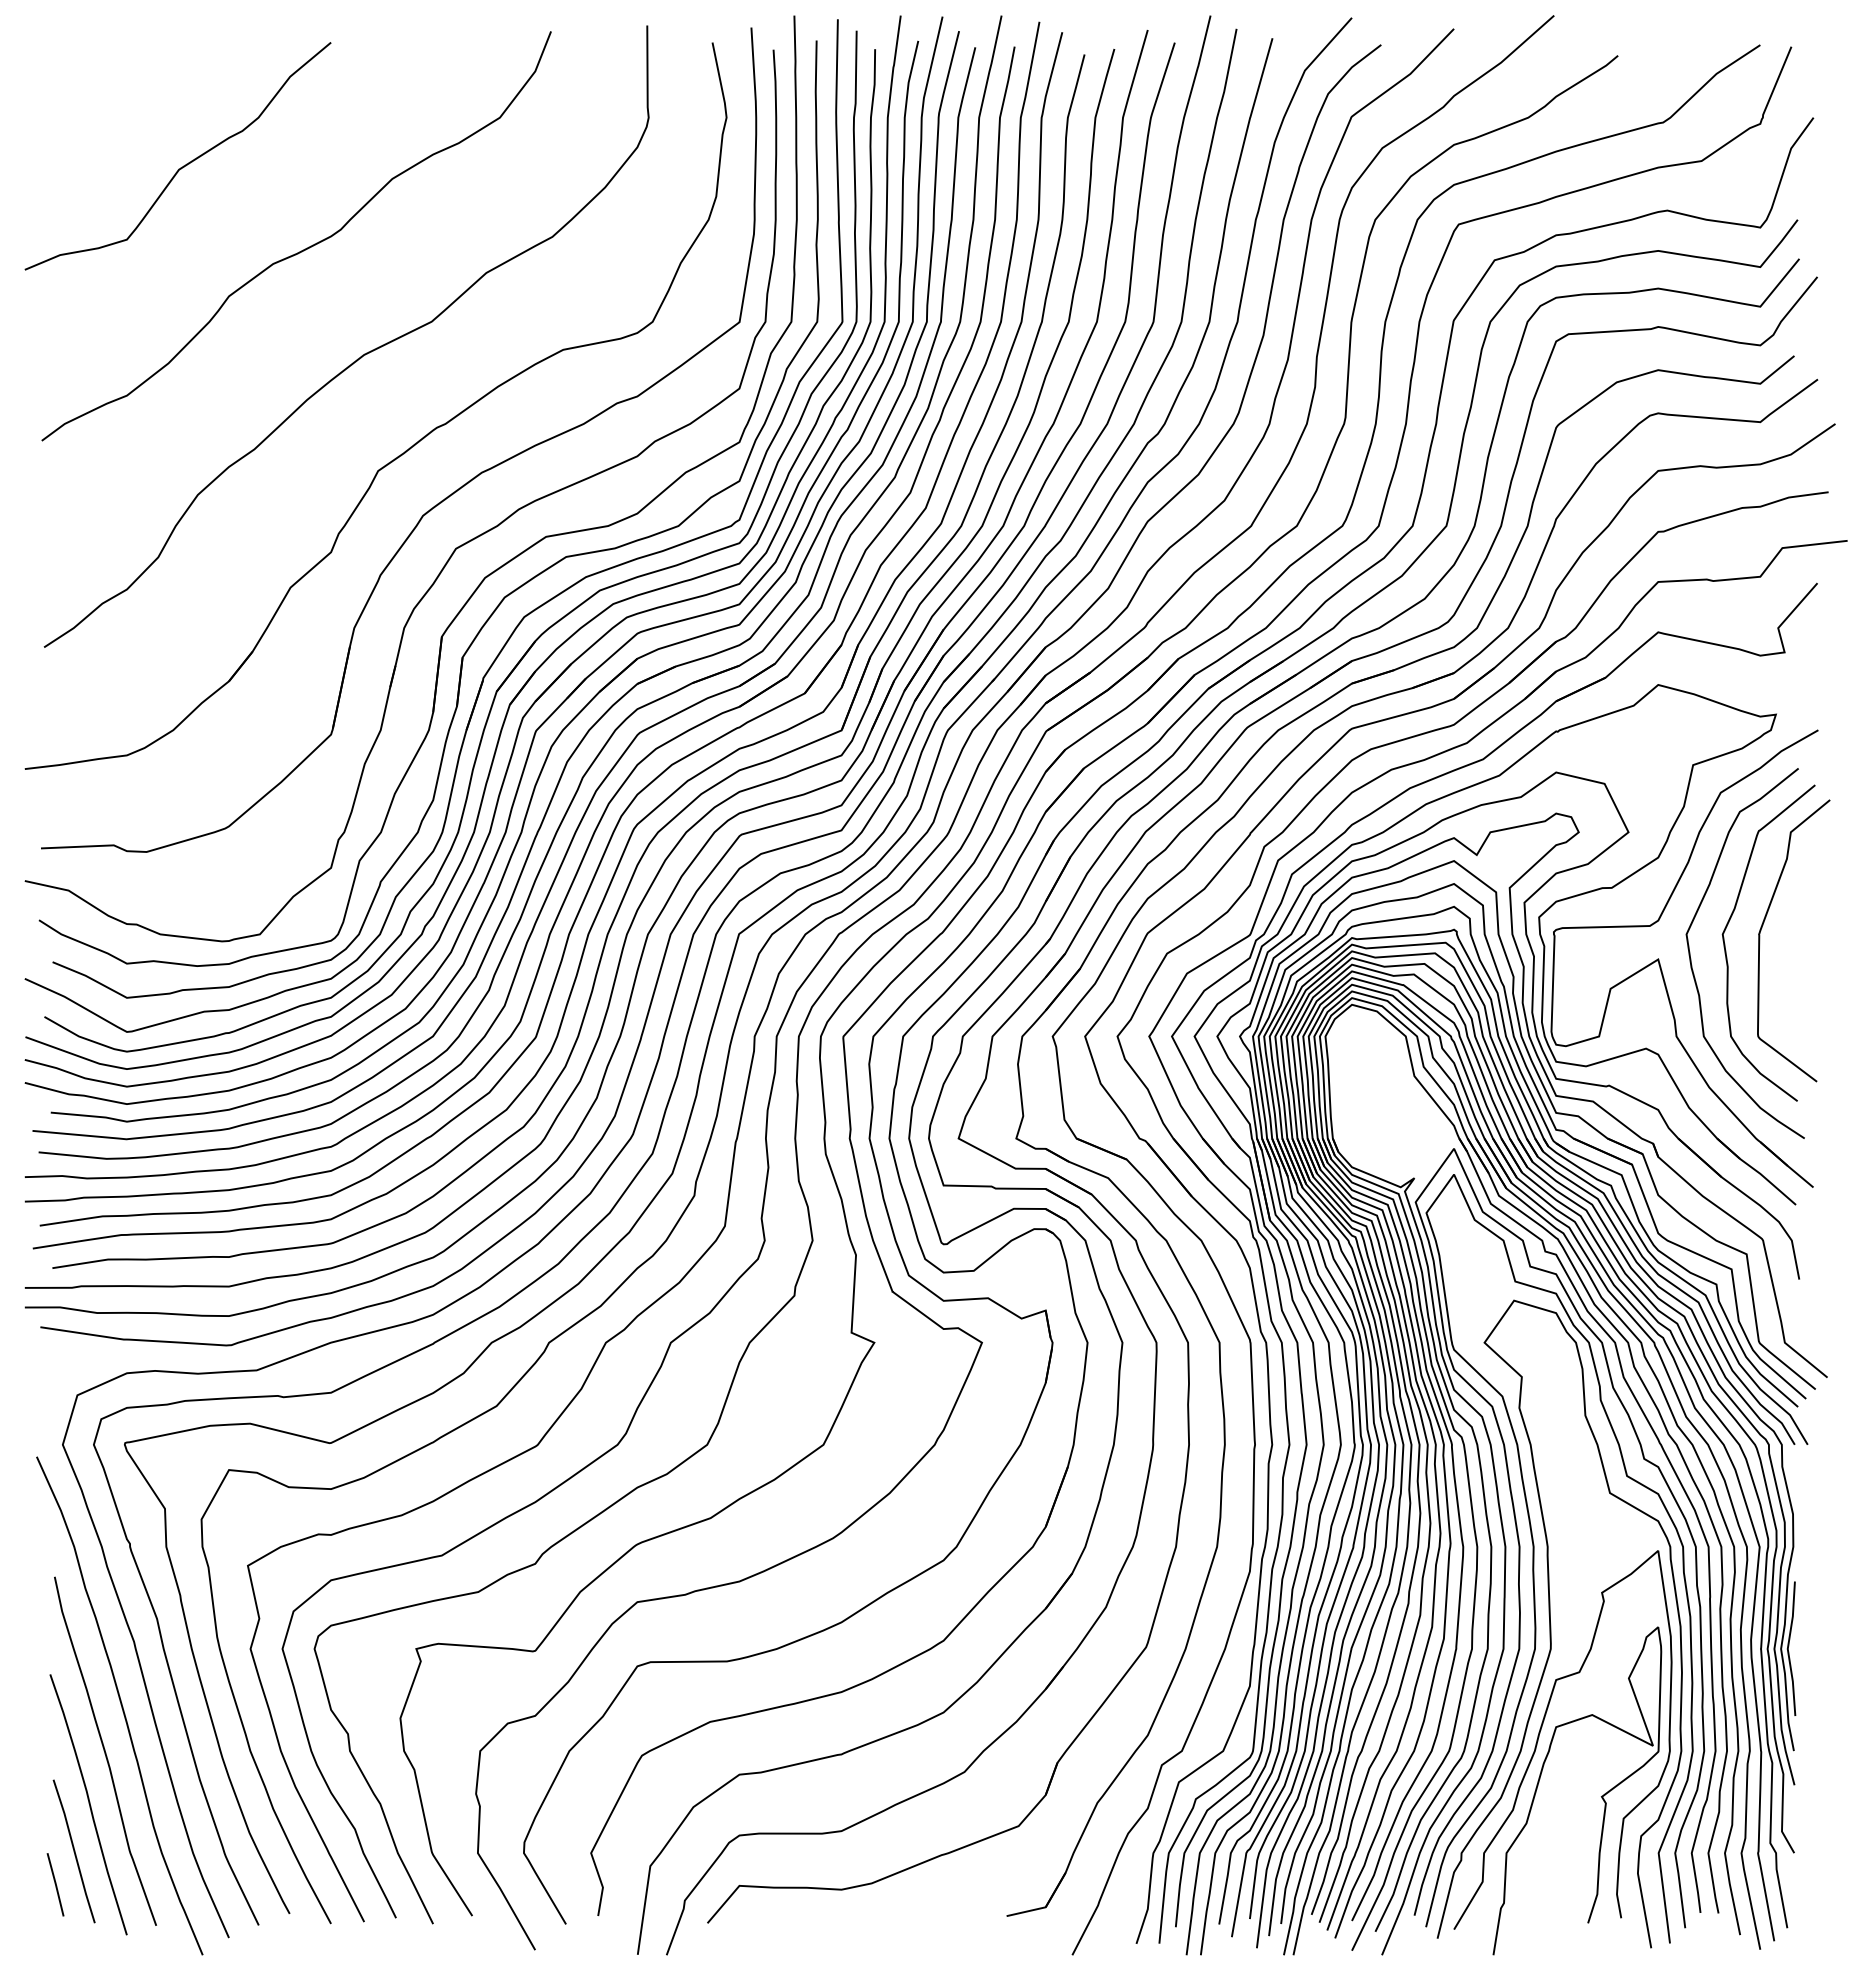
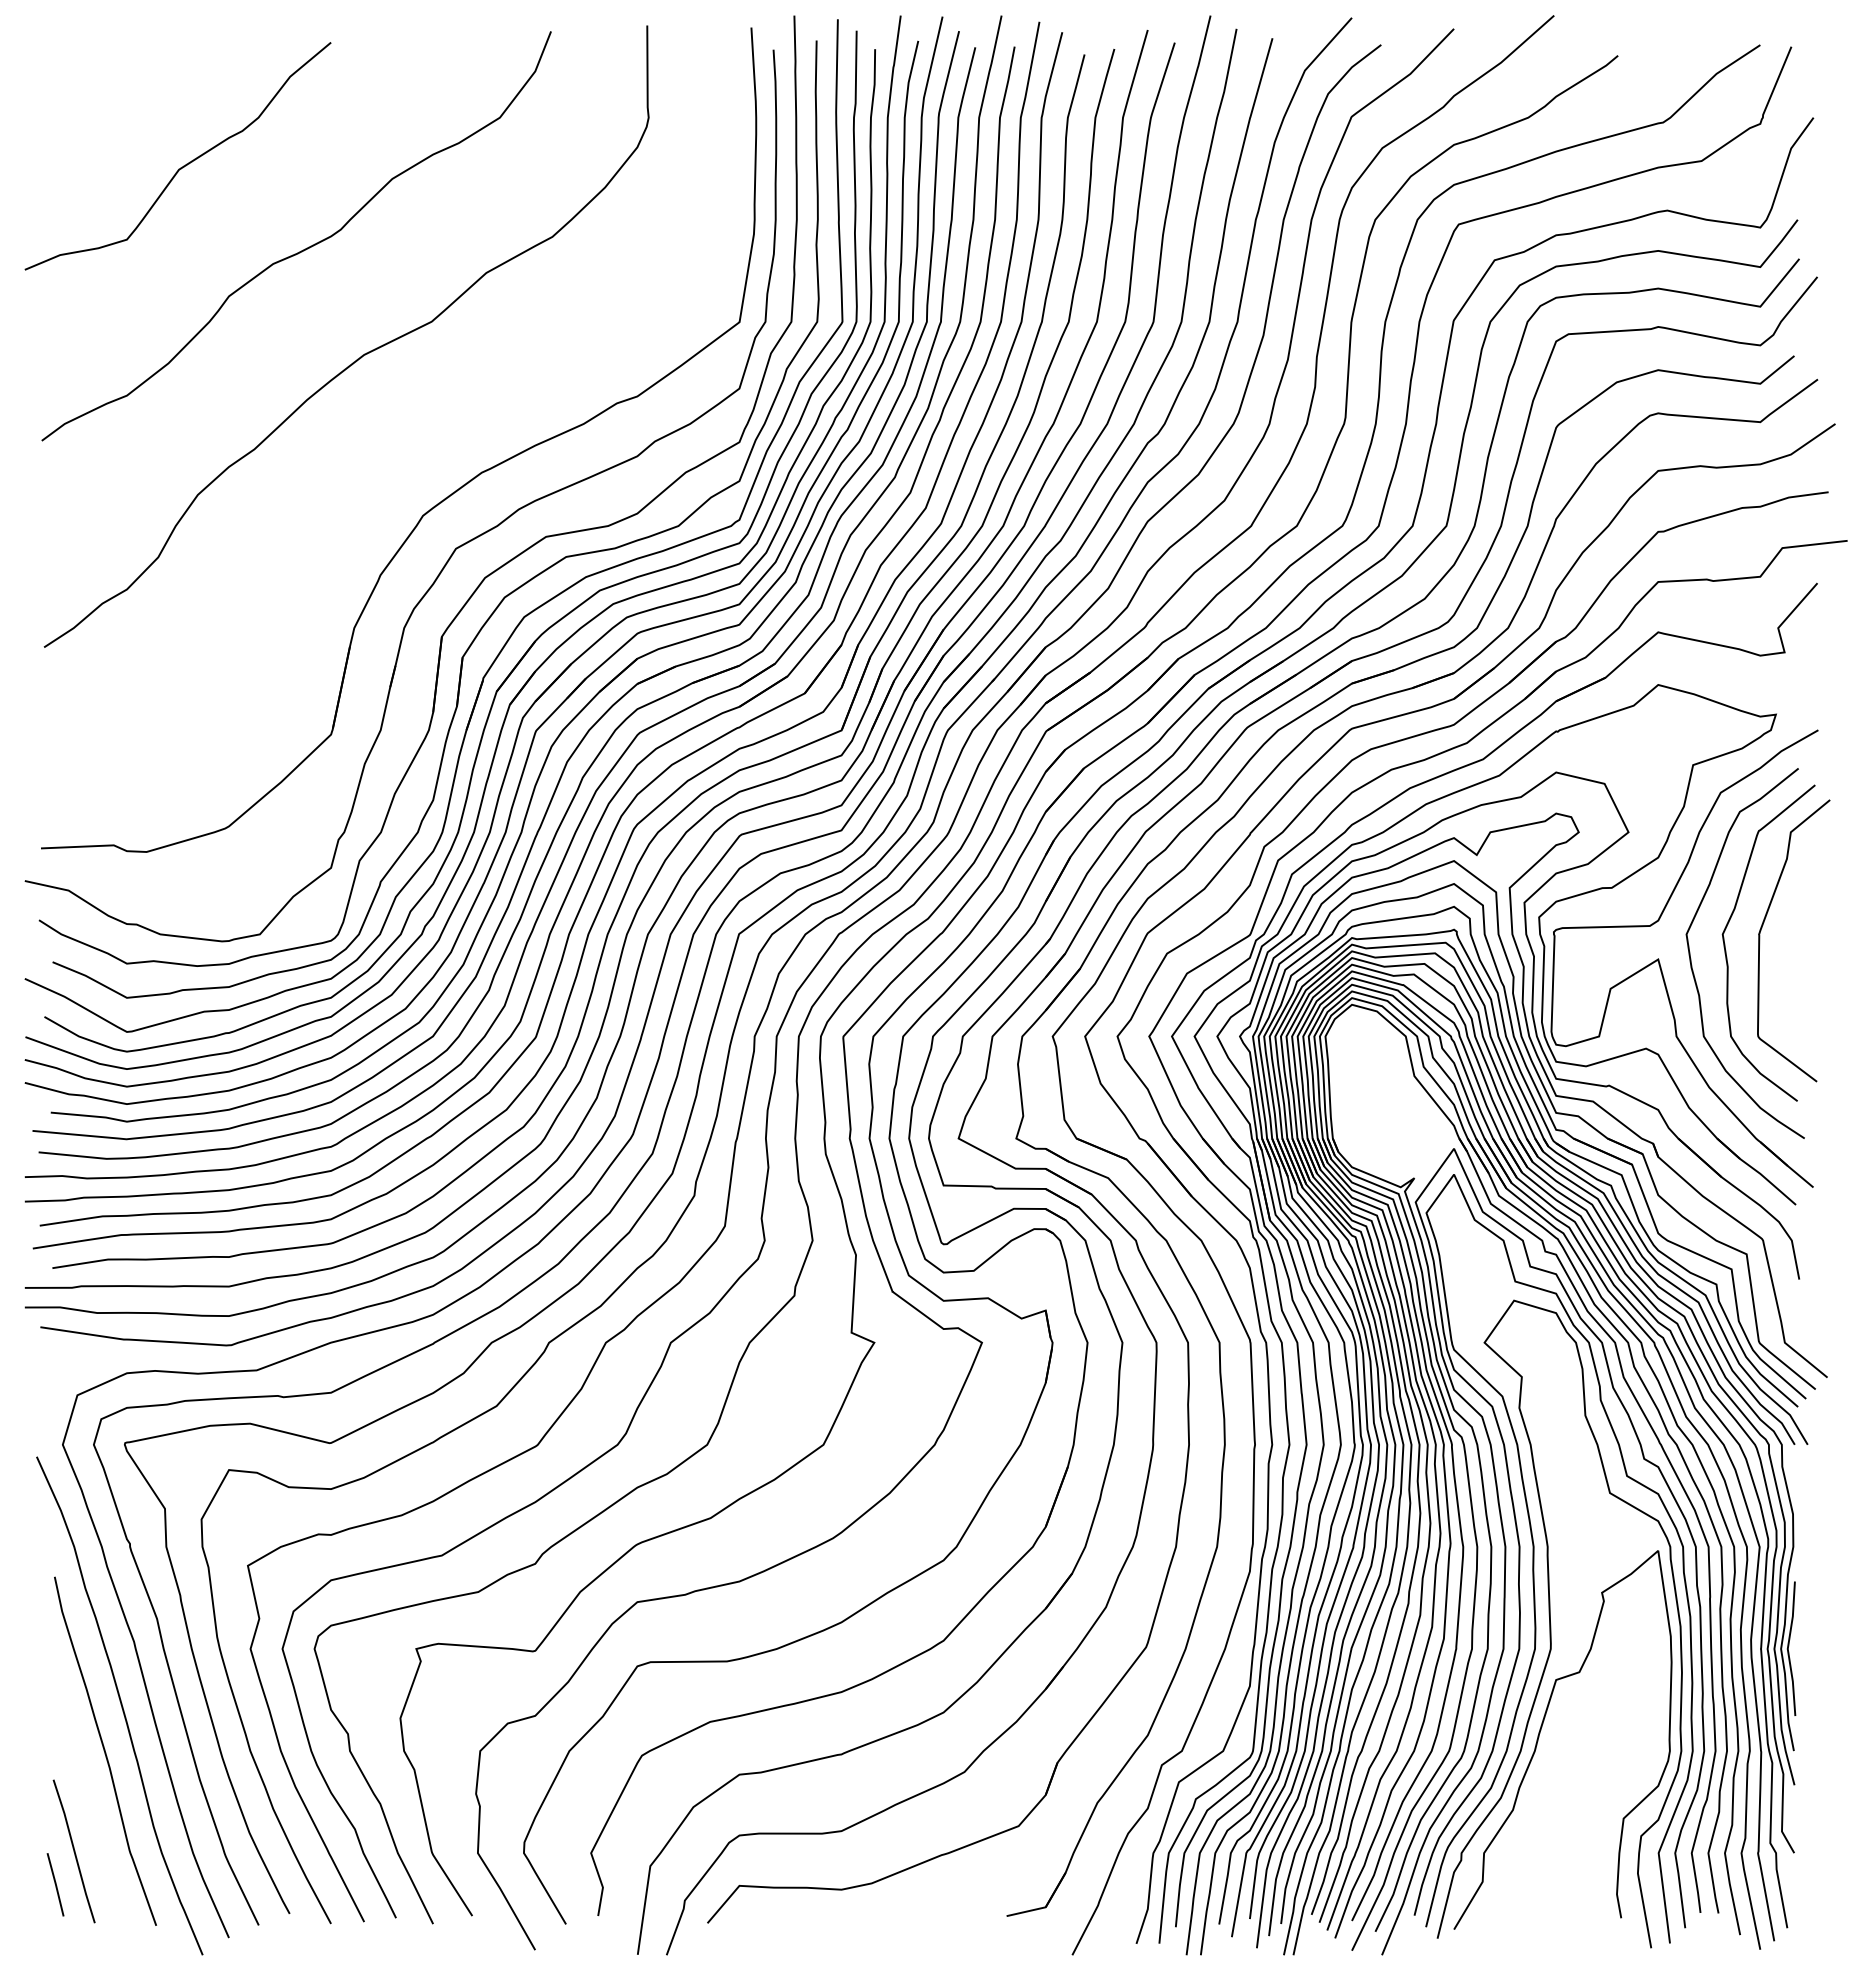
part at (410, 446): present -> none
curve at (1600, 1796): present -> none
curve at (88, 1803): present -> none
